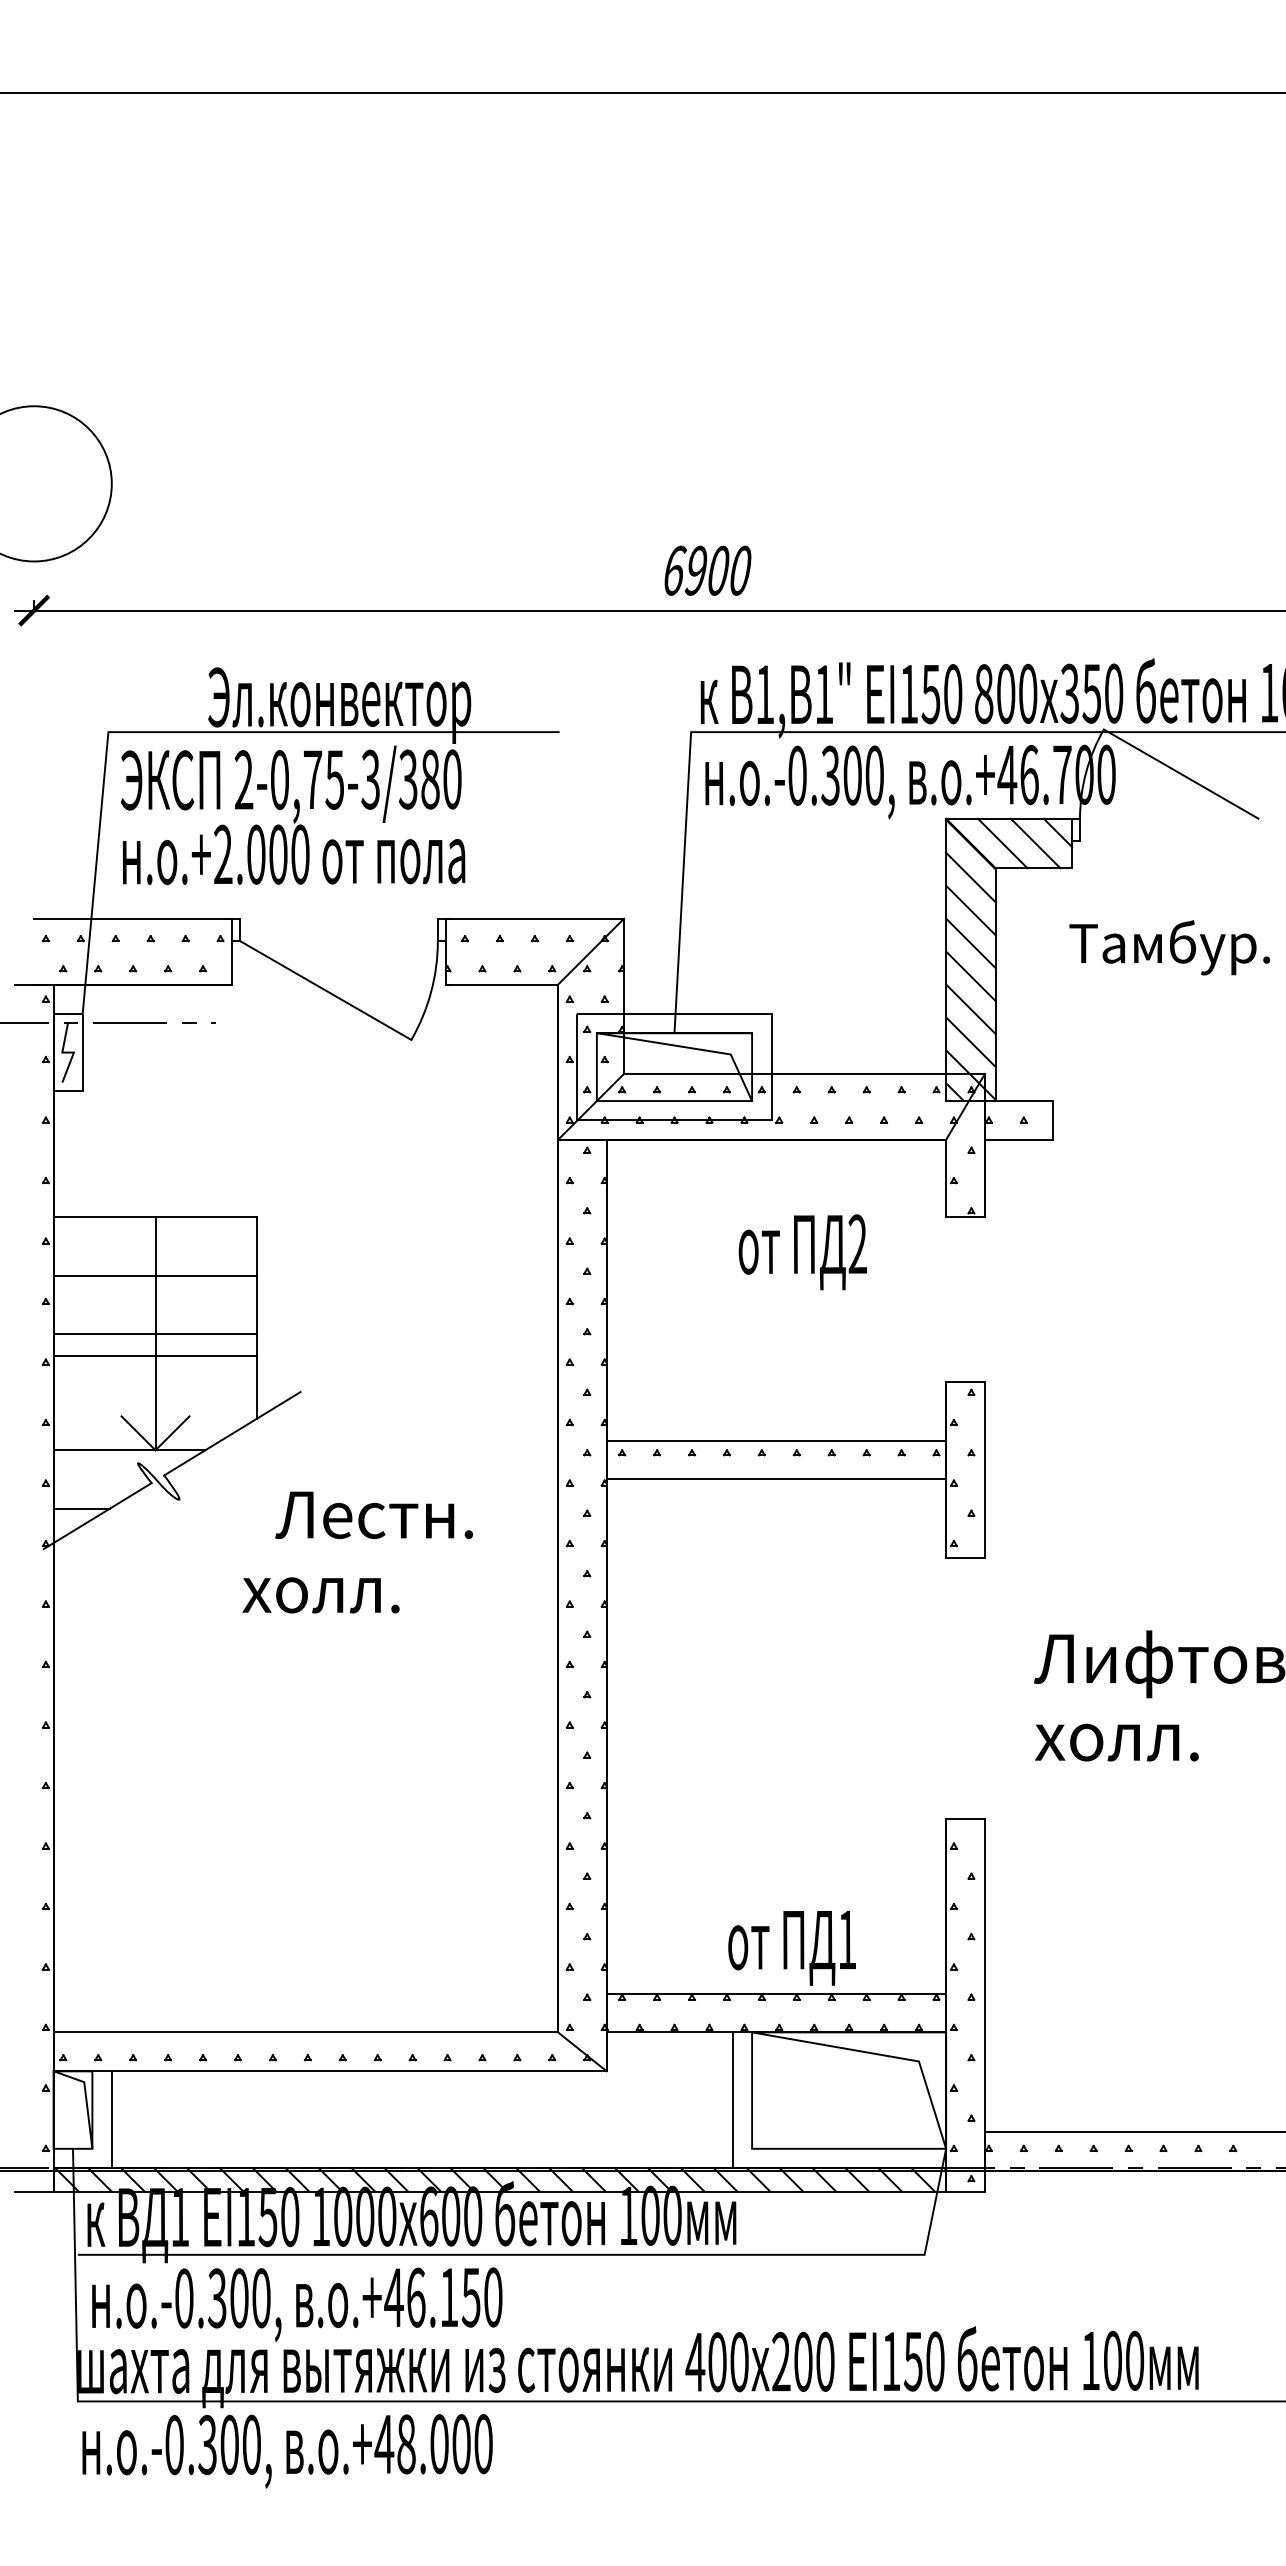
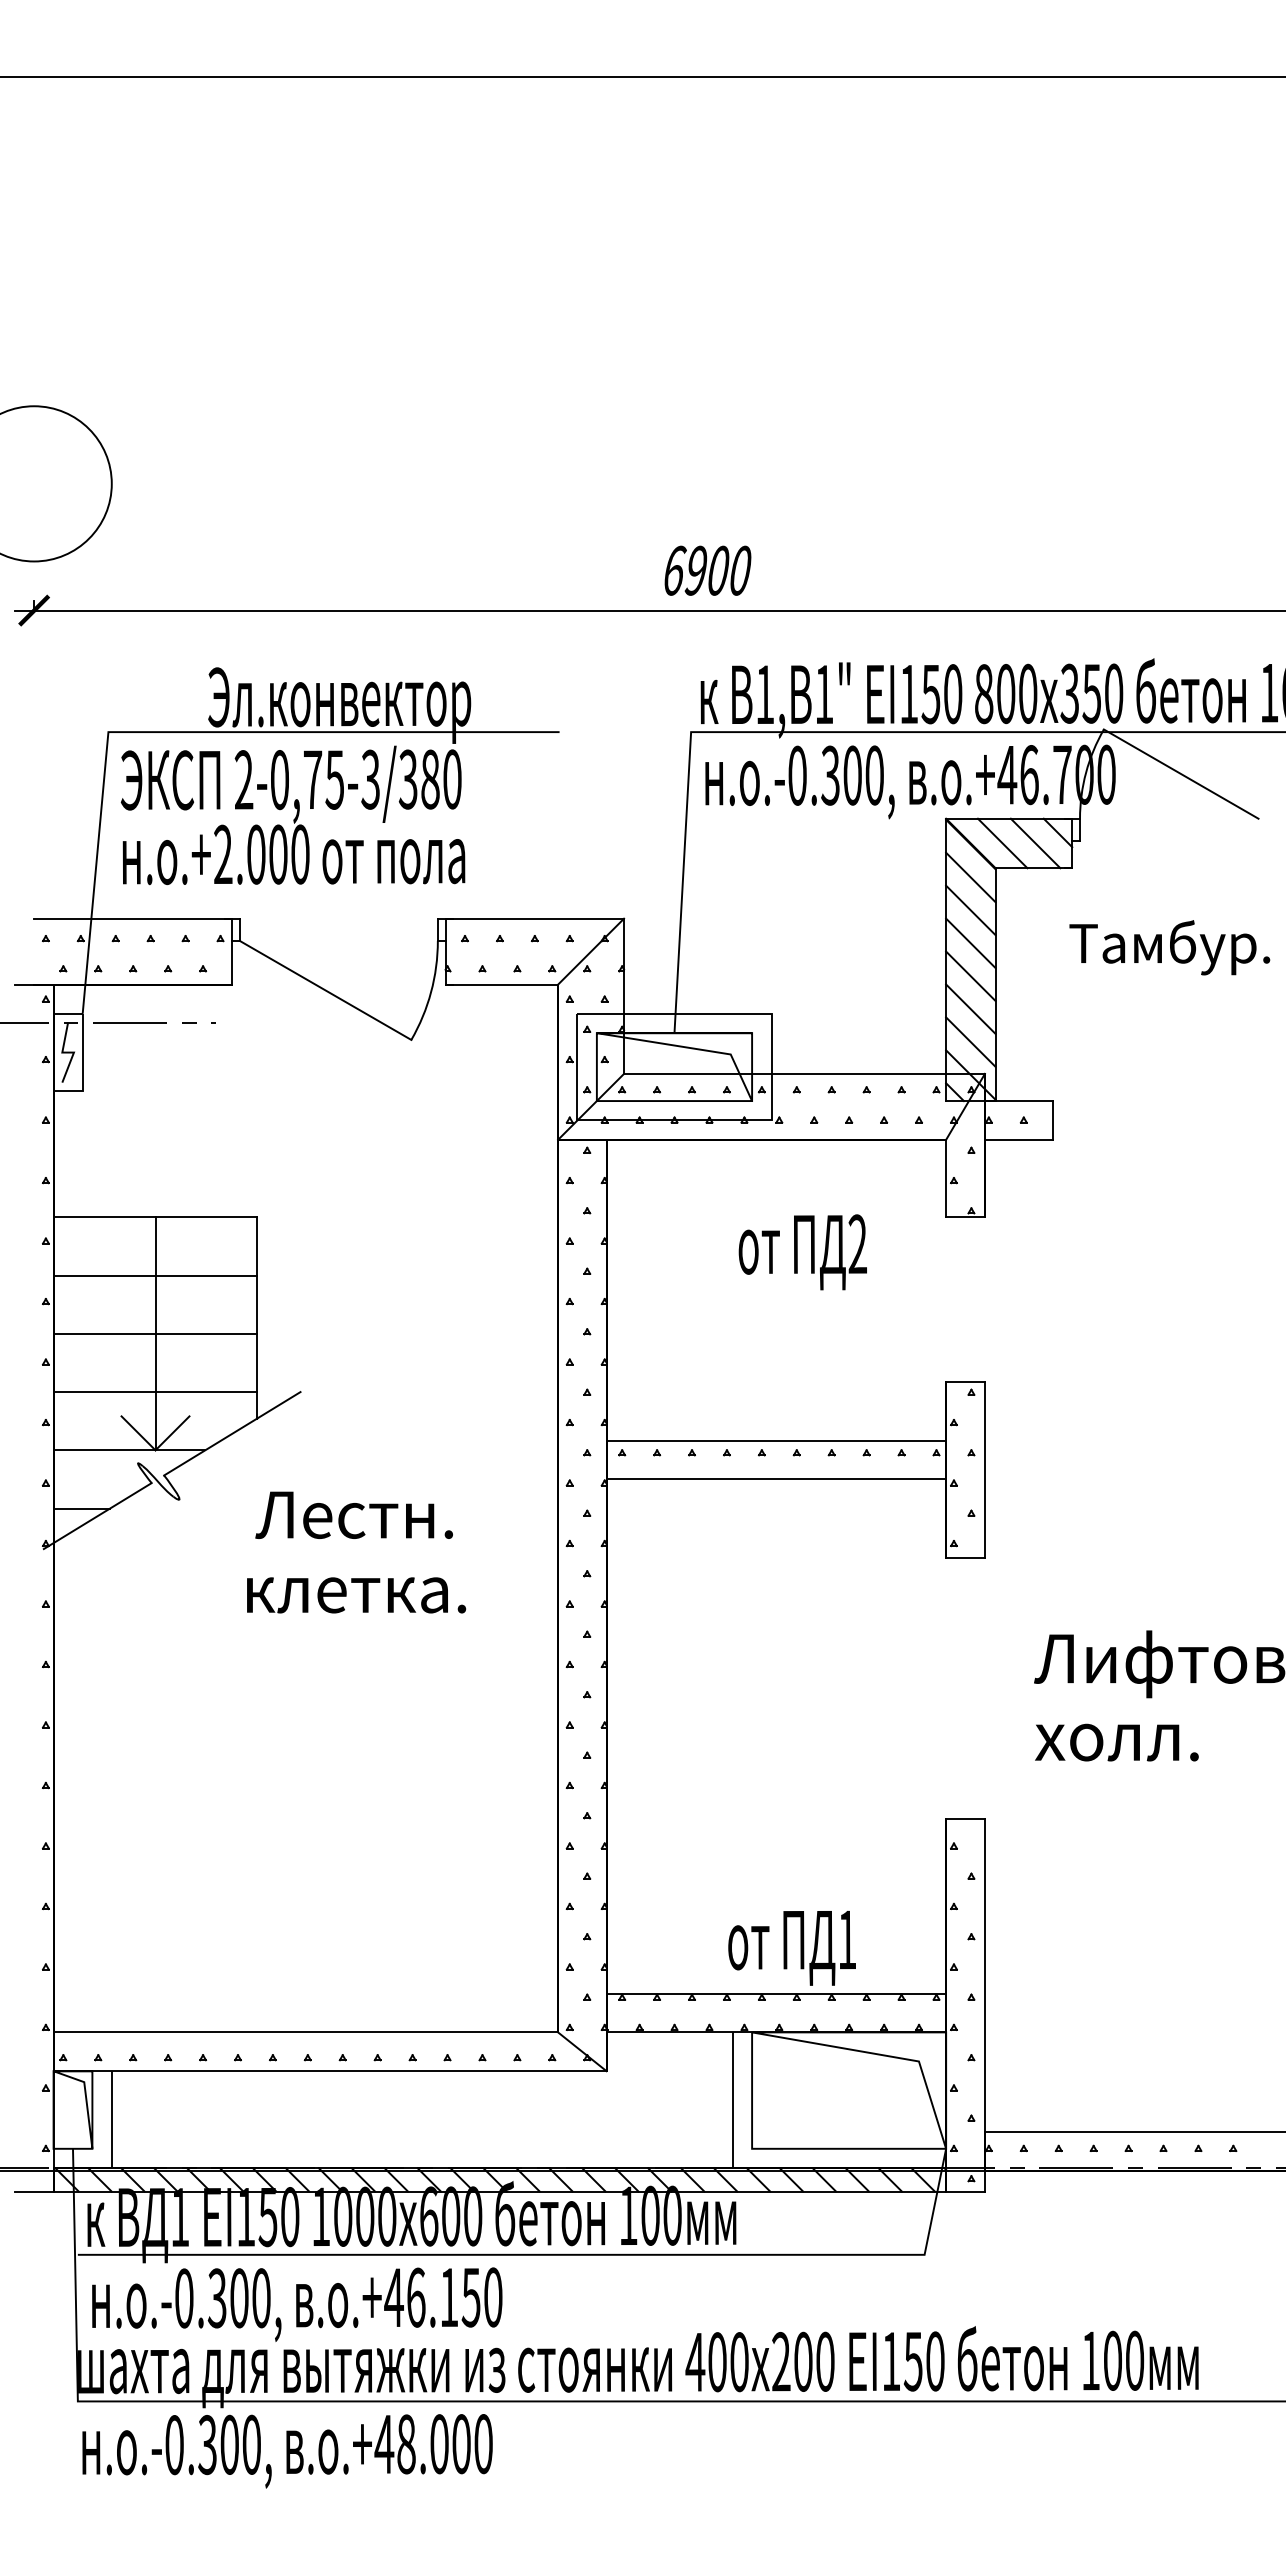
line at (642, 92) position: (642, 92) -> (642, 76)
line at (155, 1356) position: (155, 1356) -> (155, 1392)
text at (373, 1514) position: (373, 1514) -> (353, 1514)
text at (354, 1595): холл. -> клетка.
